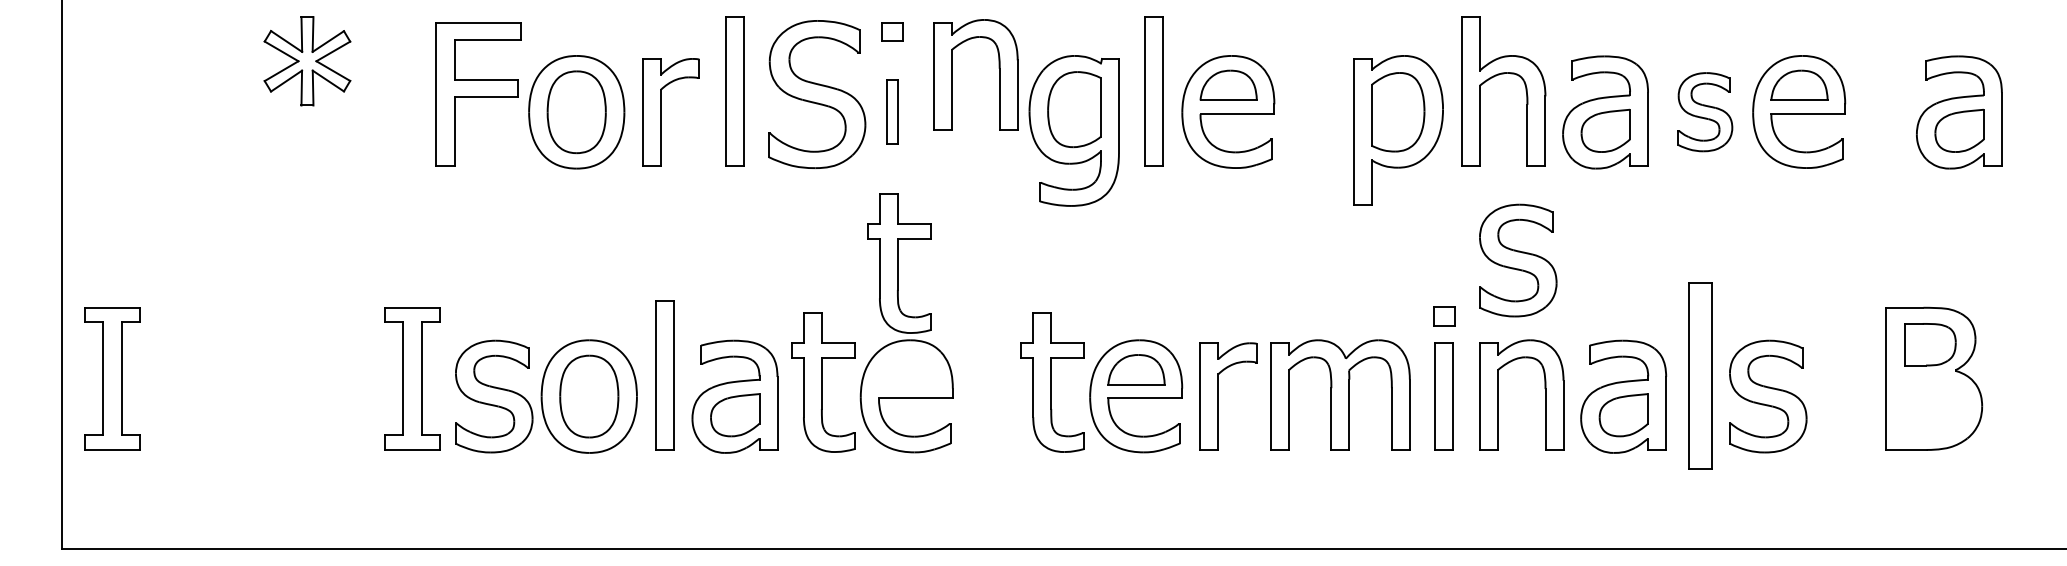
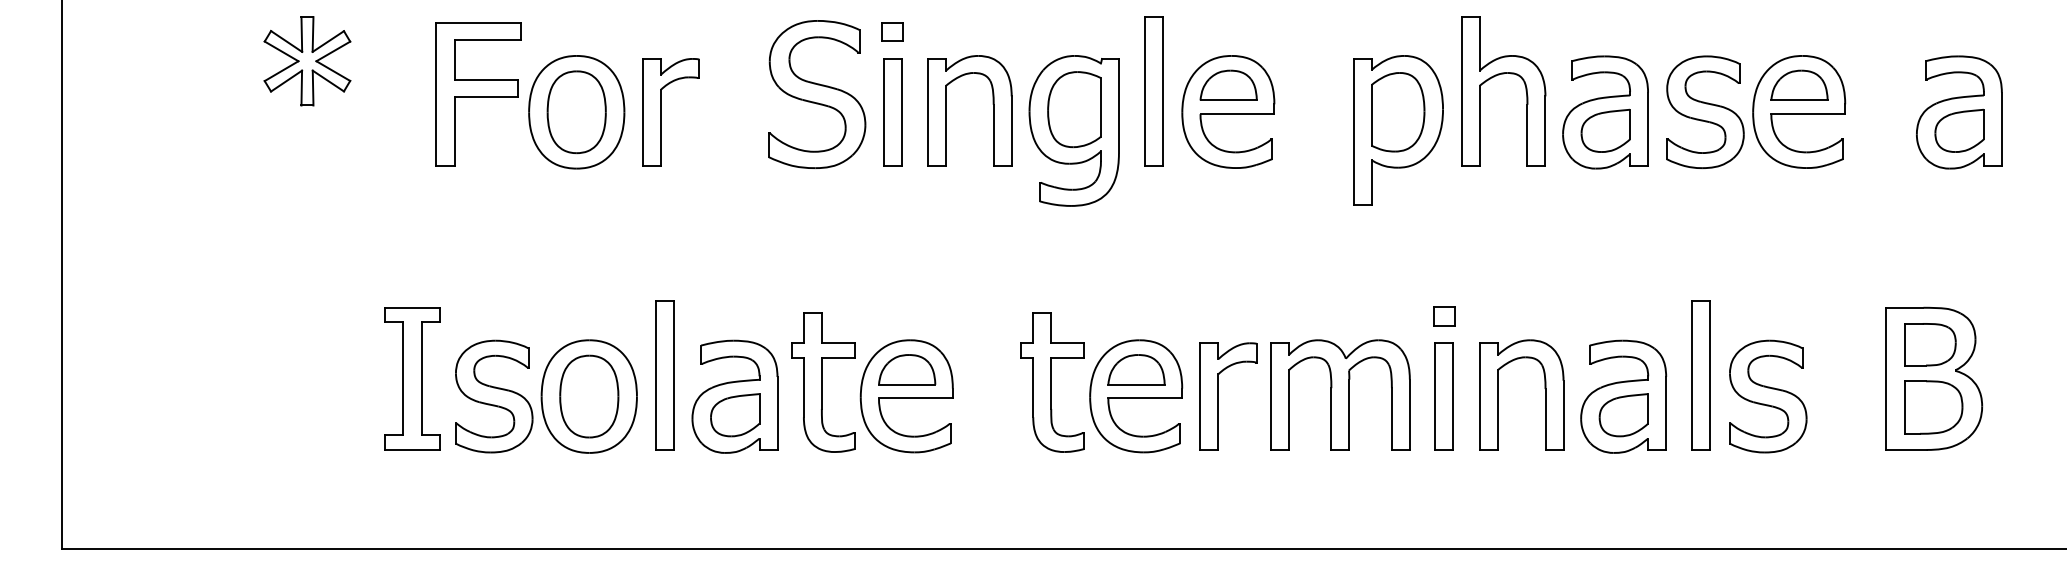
part at (952, 74) position: (952, 74) -> (946, 110)
part at (734, 91): present -> none
part at (892, 111) size: 13x66 px -> 20x109 px
part at (1705, 112) size: 57x81 px -> 79x114 px
part at (1518, 260): present -> none
part at (899, 263): present -> none
part at (907, 369): none -> present
part at (1700, 375) size: 25x188 px -> 20x151 px
part at (112, 378): present -> none
part at (1933, 407): none -> present
